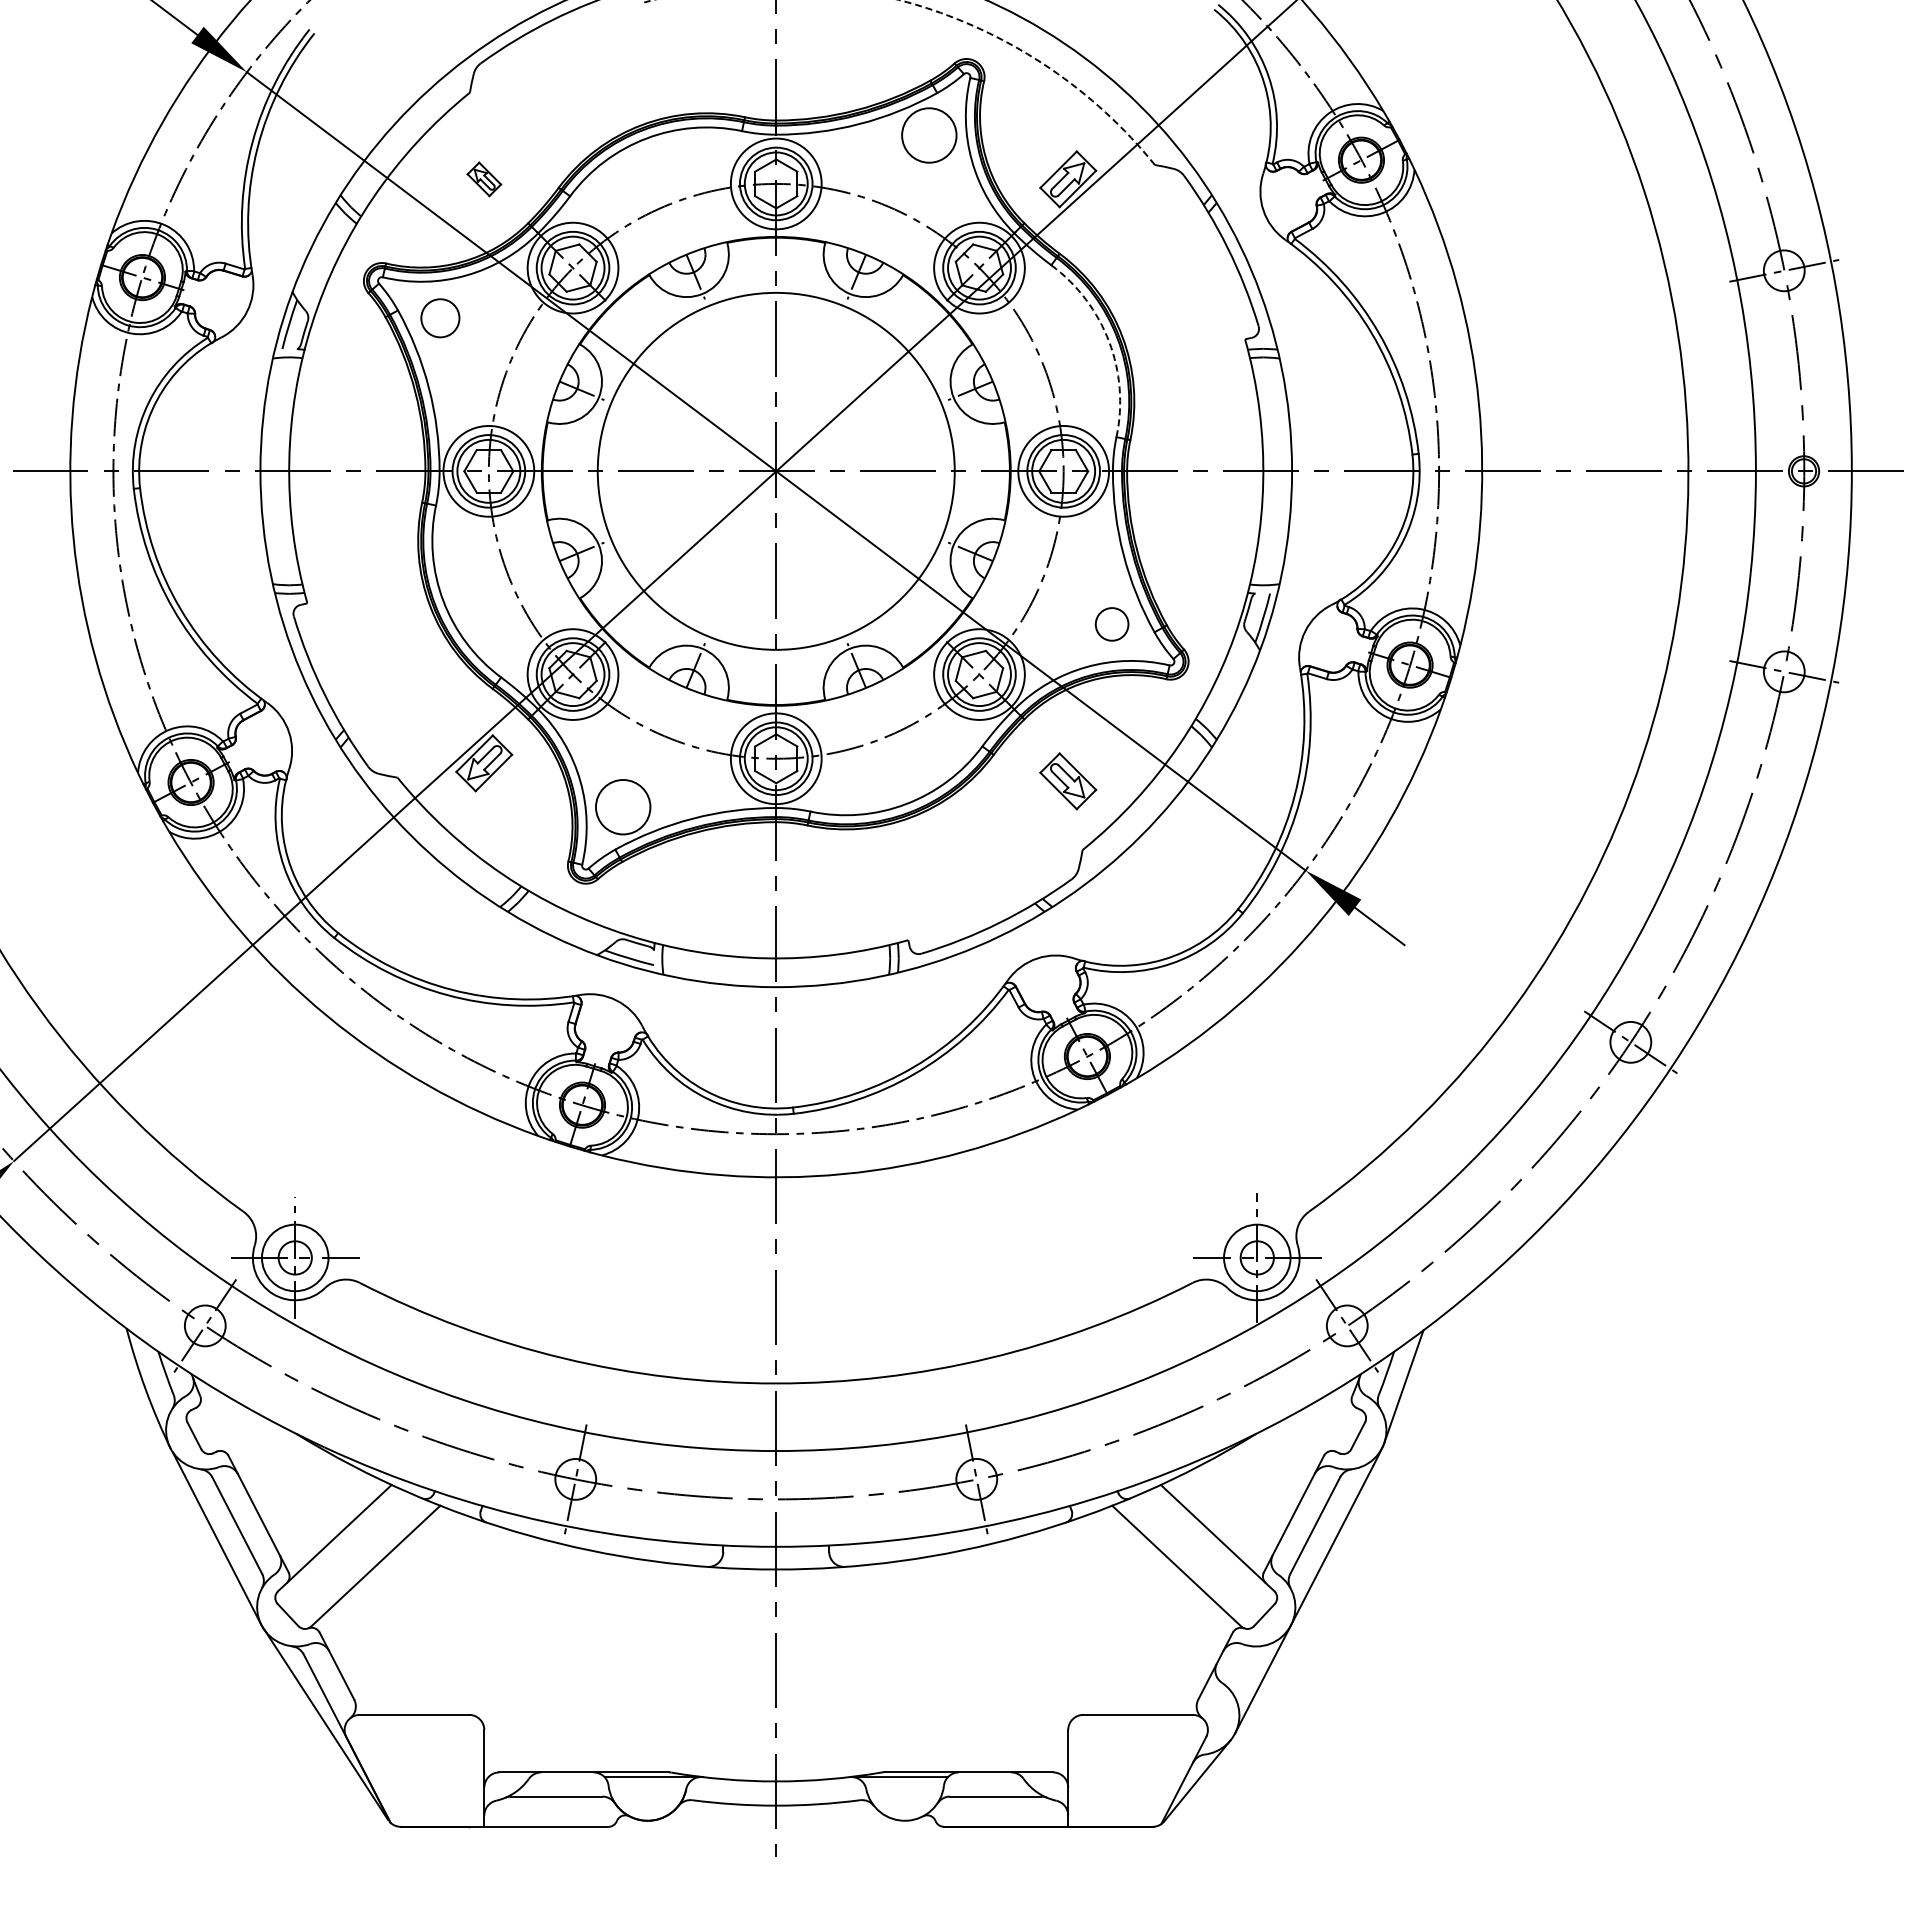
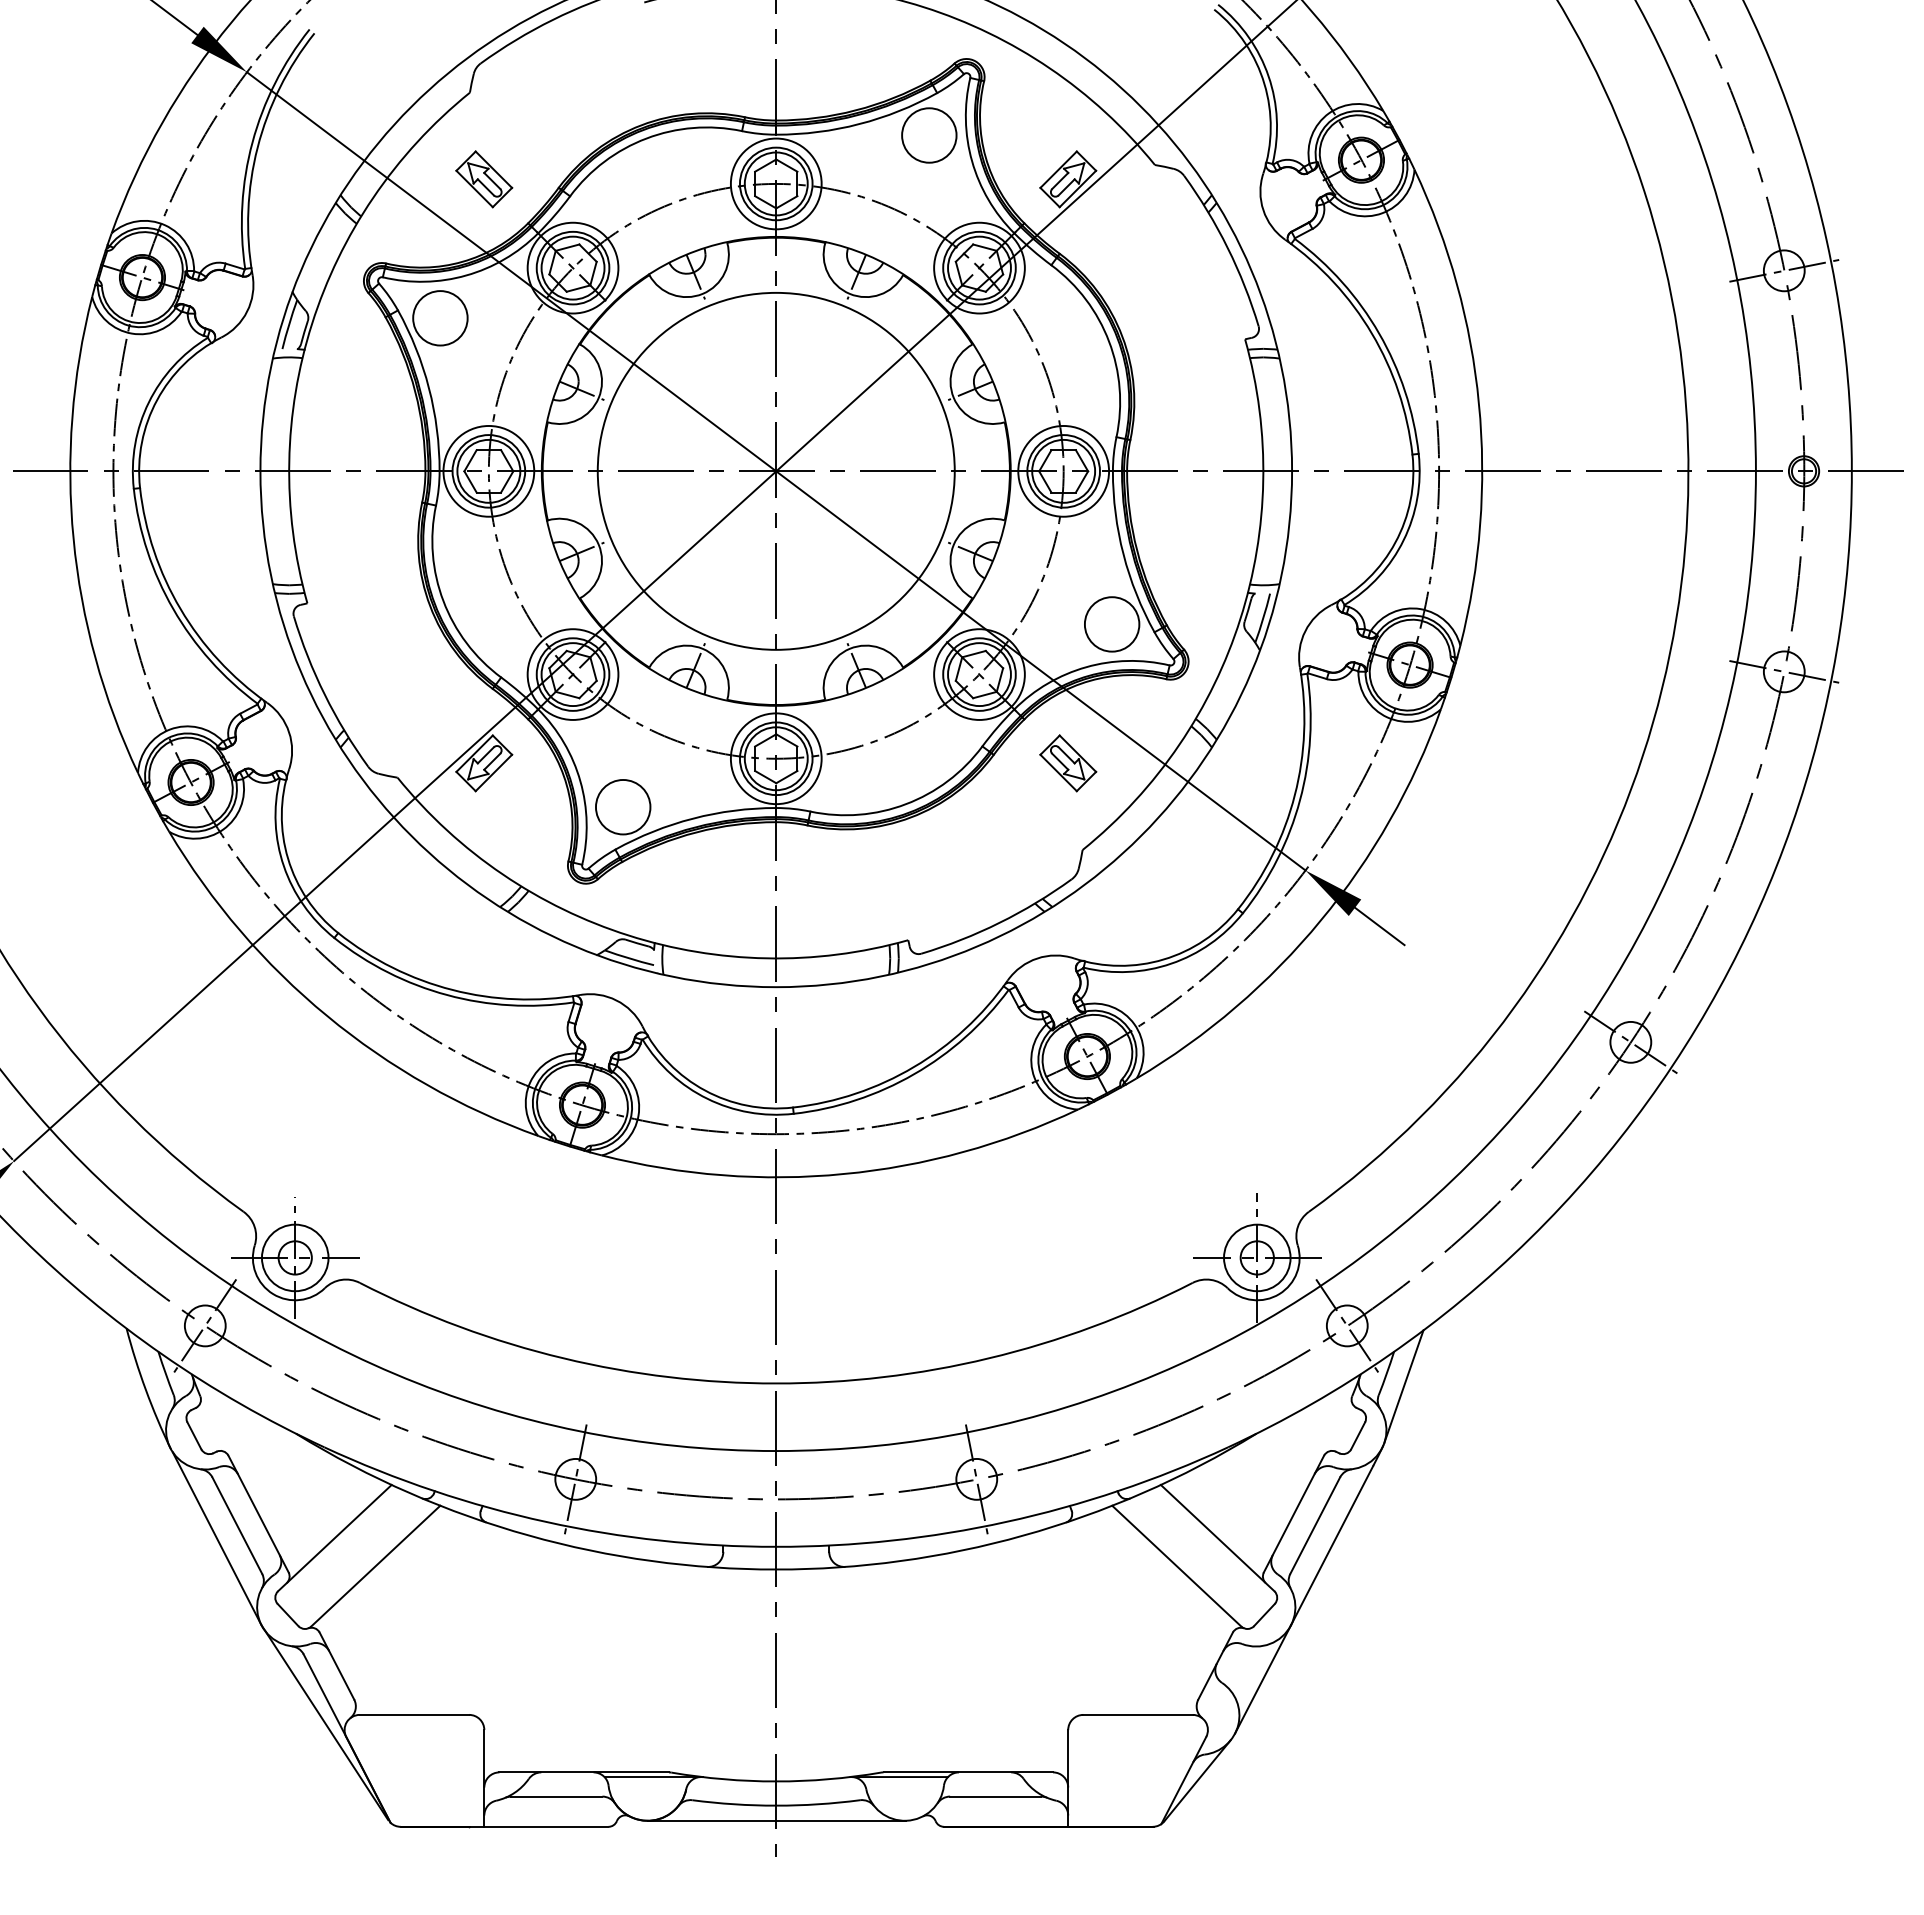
arc at (1035, 58): dashed -> solid
part at (484, 179) size: 37x37 px -> 59x59 px
circle at (440, 318) diameter: 38 px -> 54 px
arc at (1109, 341): dashed -> solid
circle at (1111, 624) diameter: 33 px -> 54 px
part at (1068, 781) position: (1068, 781) -> (1068, 763)
line at (776, 1820): none -> present
